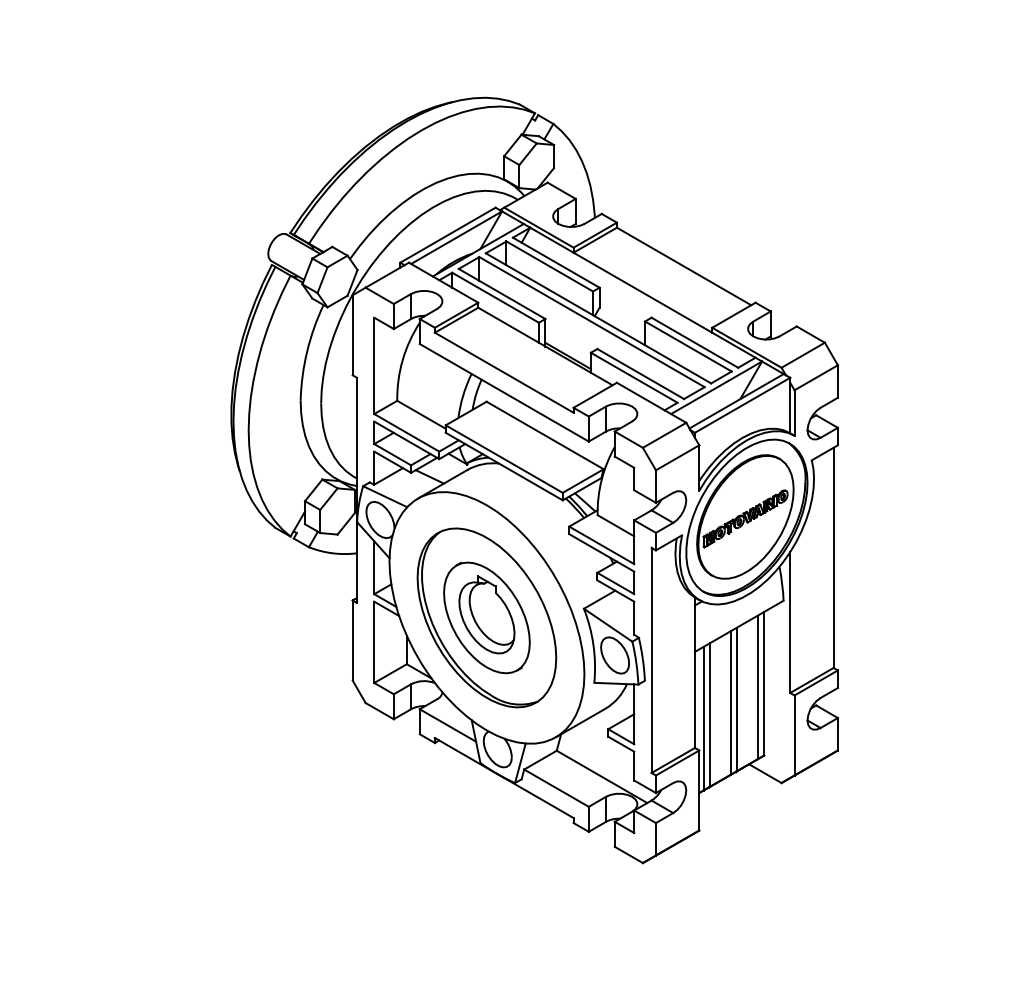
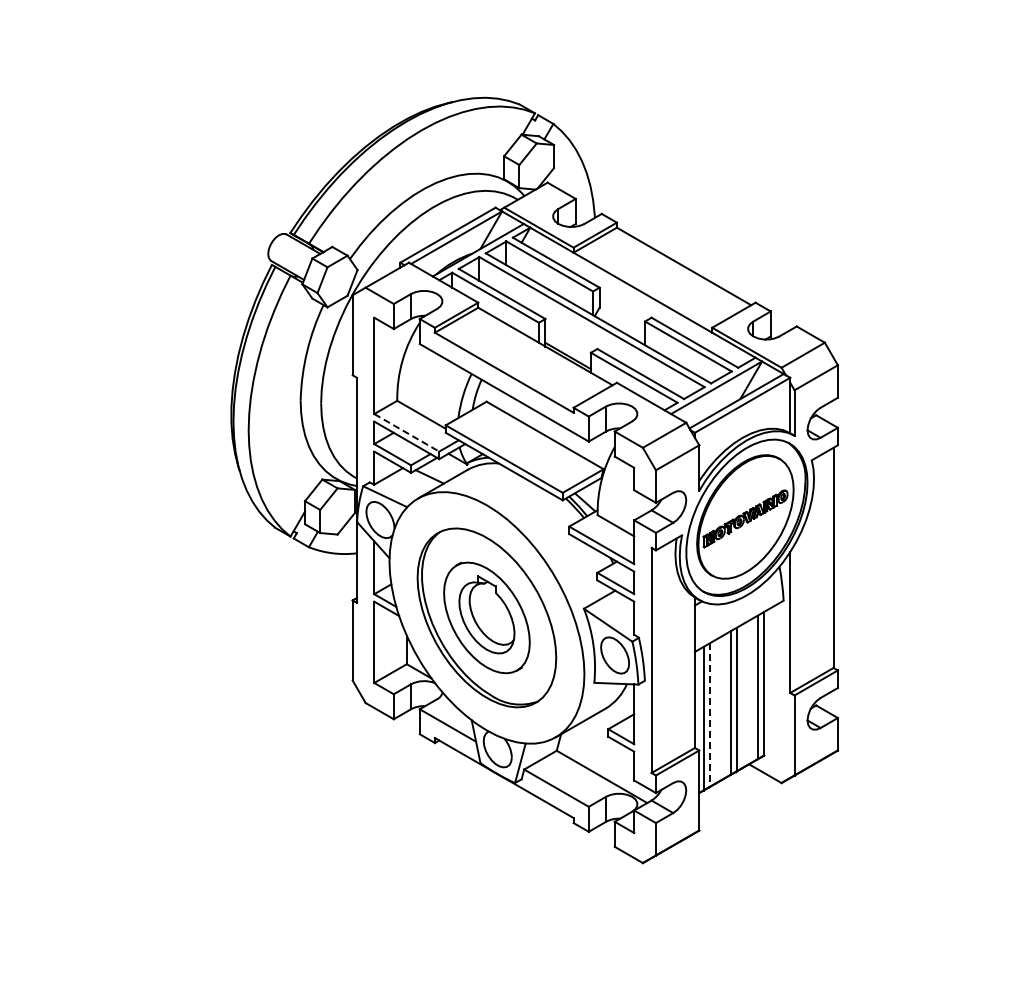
line at (406, 432): solid -> dashed
line at (710, 714): solid -> dashed
